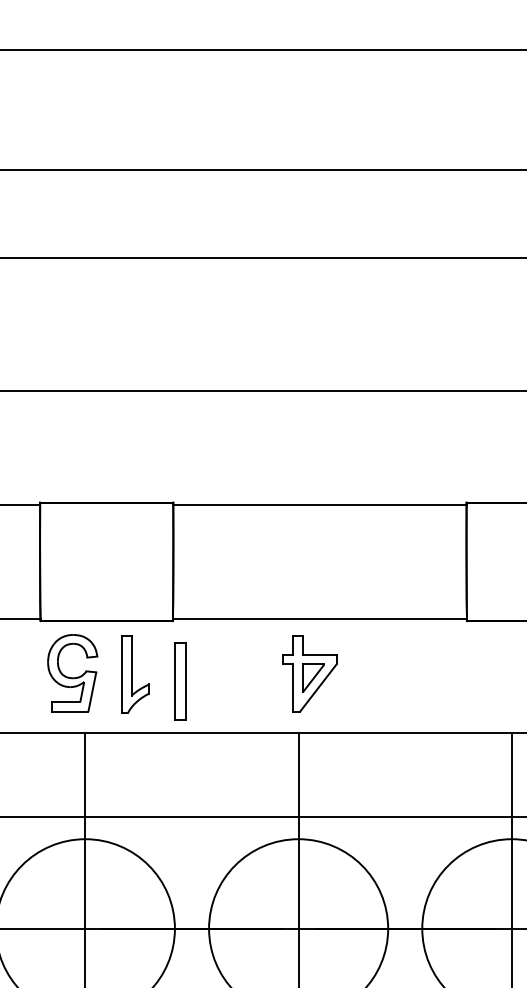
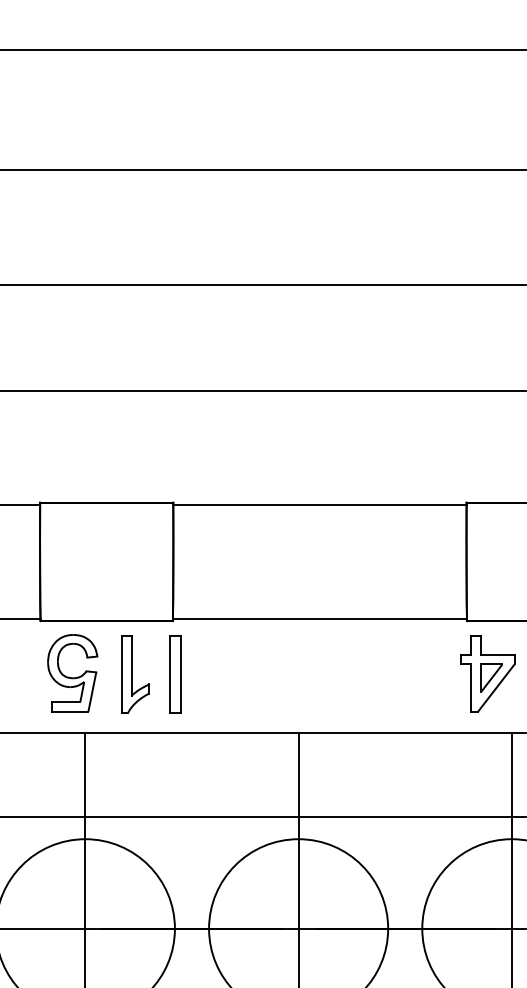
line at (262, 257) position: (262, 257) -> (262, 284)
part at (309, 673) position: (309, 673) -> (487, 673)
part at (180, 681) position: (180, 681) -> (175, 674)
